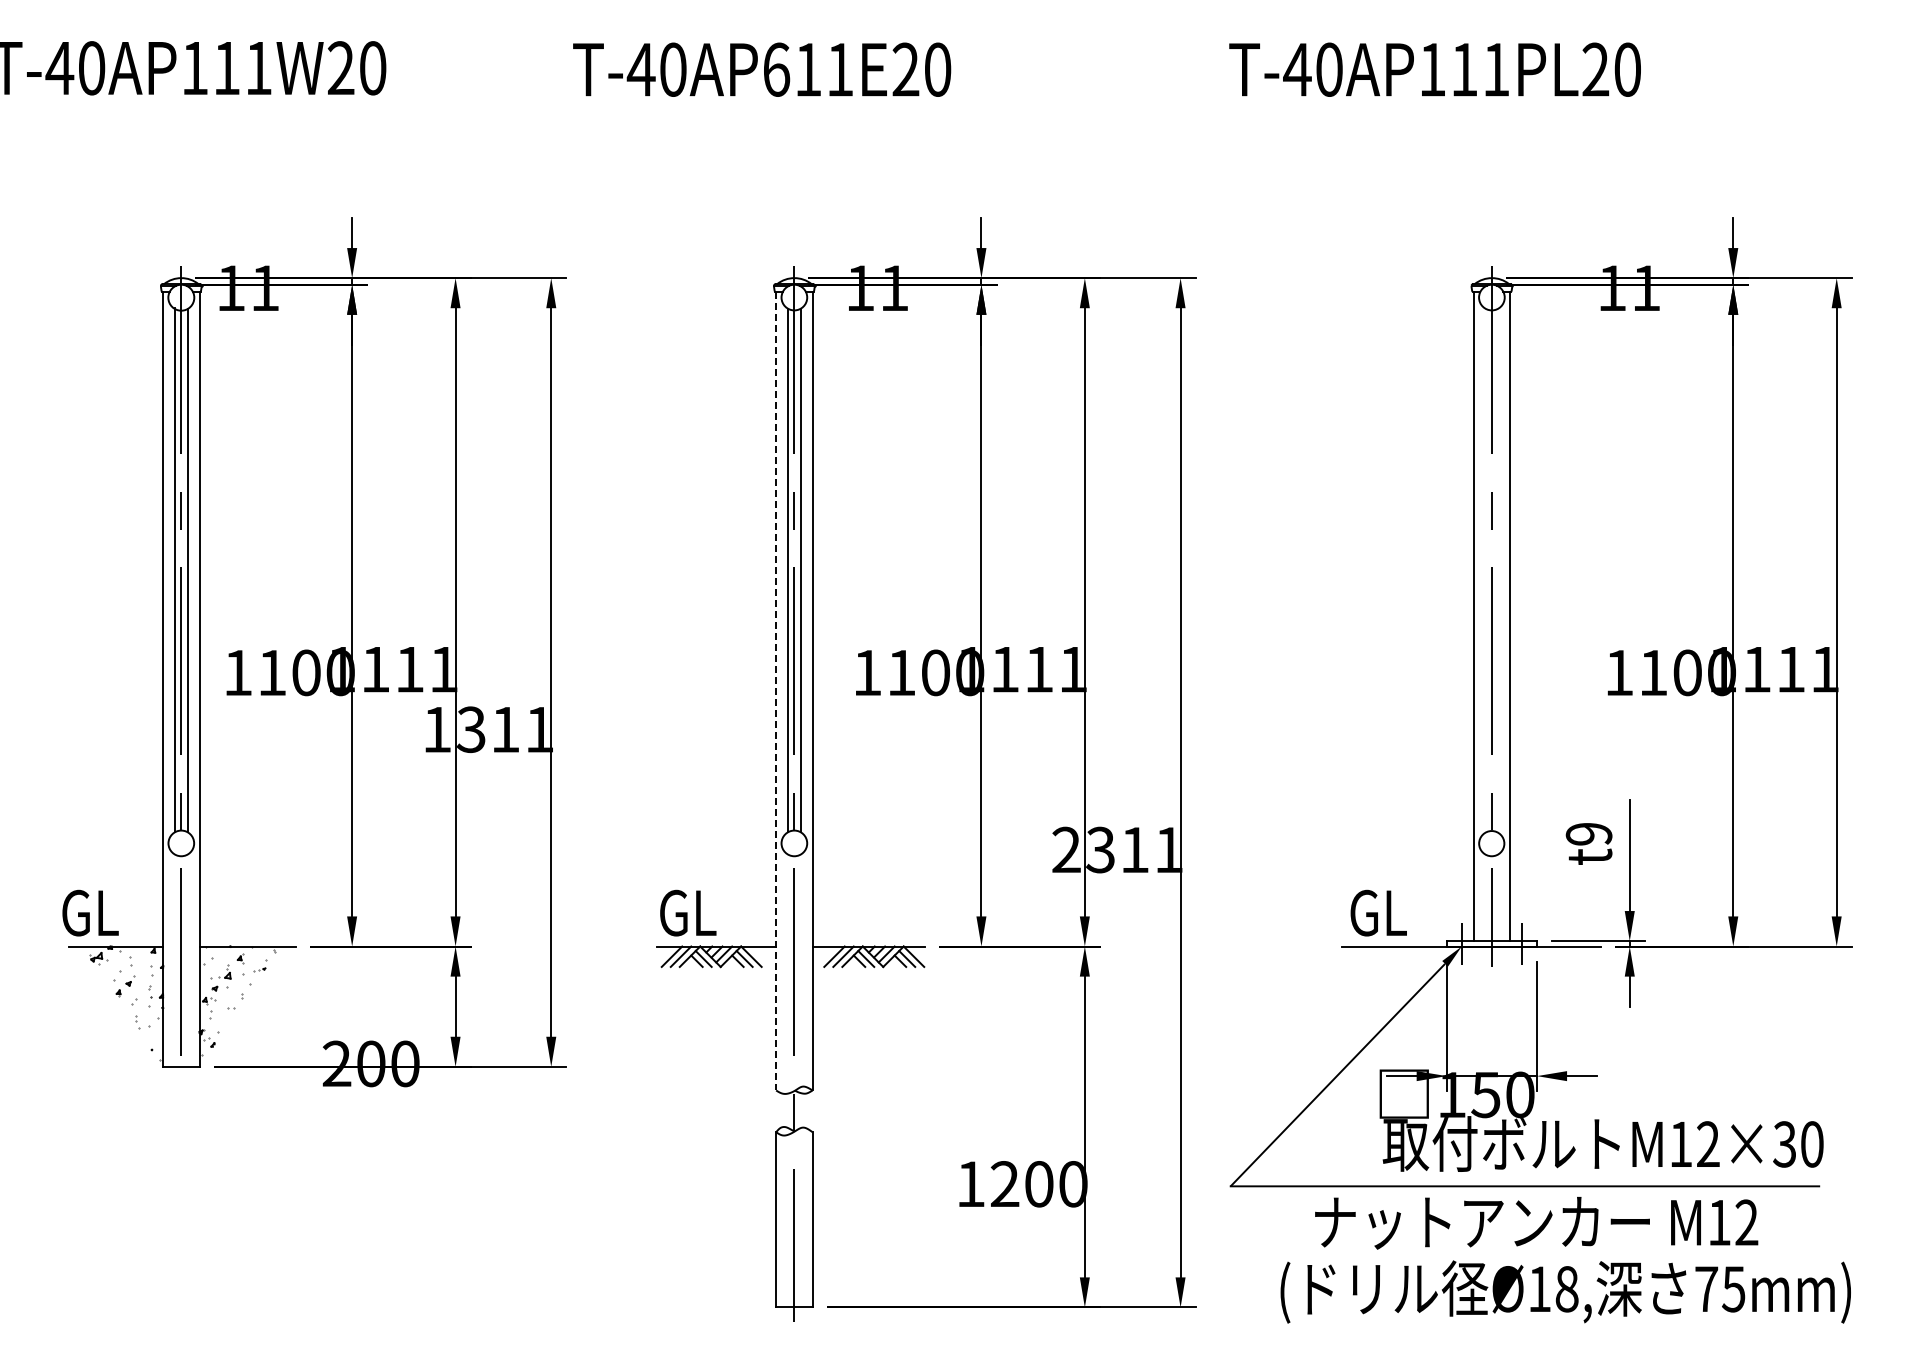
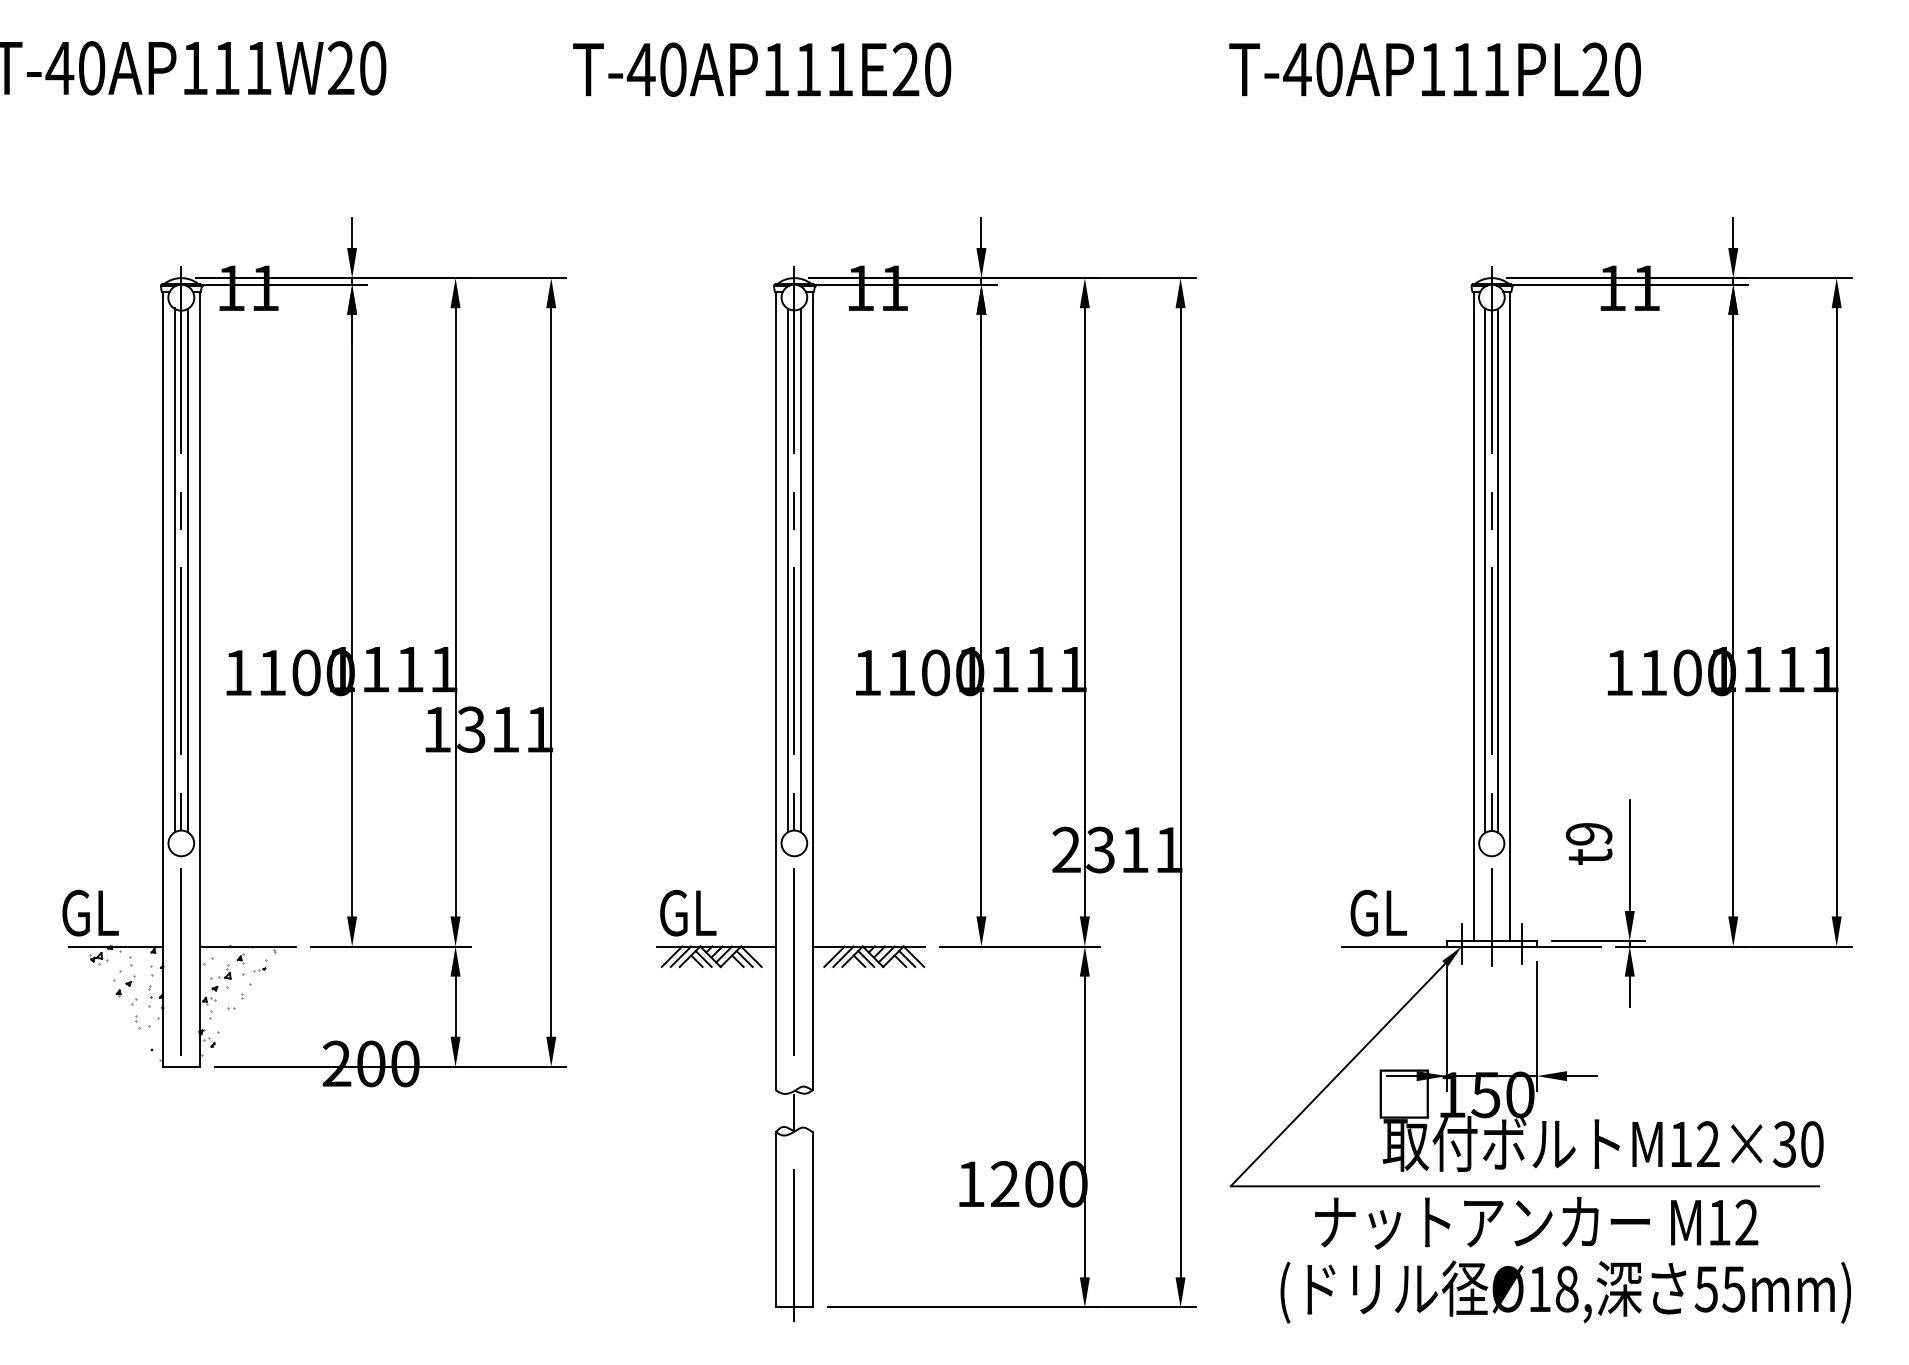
text at (777, 69): T-40AP611E20 -> T-40AP111E20
line at (1485, 570): none -> present
line at (1498, 570): none -> present
line at (776, 691): dashed -> solid
text at (1706, 1289): 75mm) -> 55mm)
